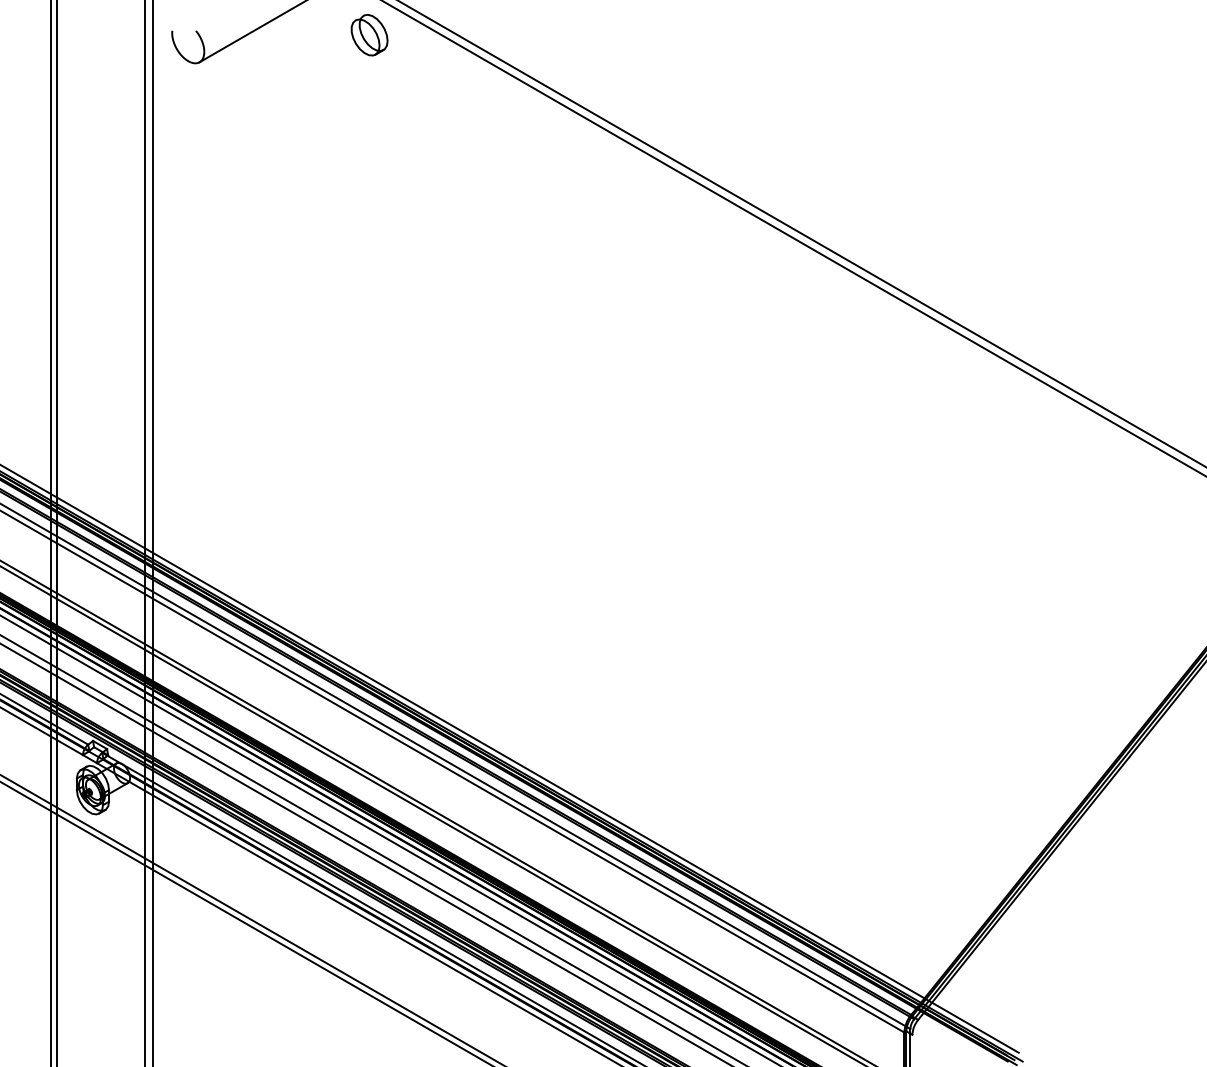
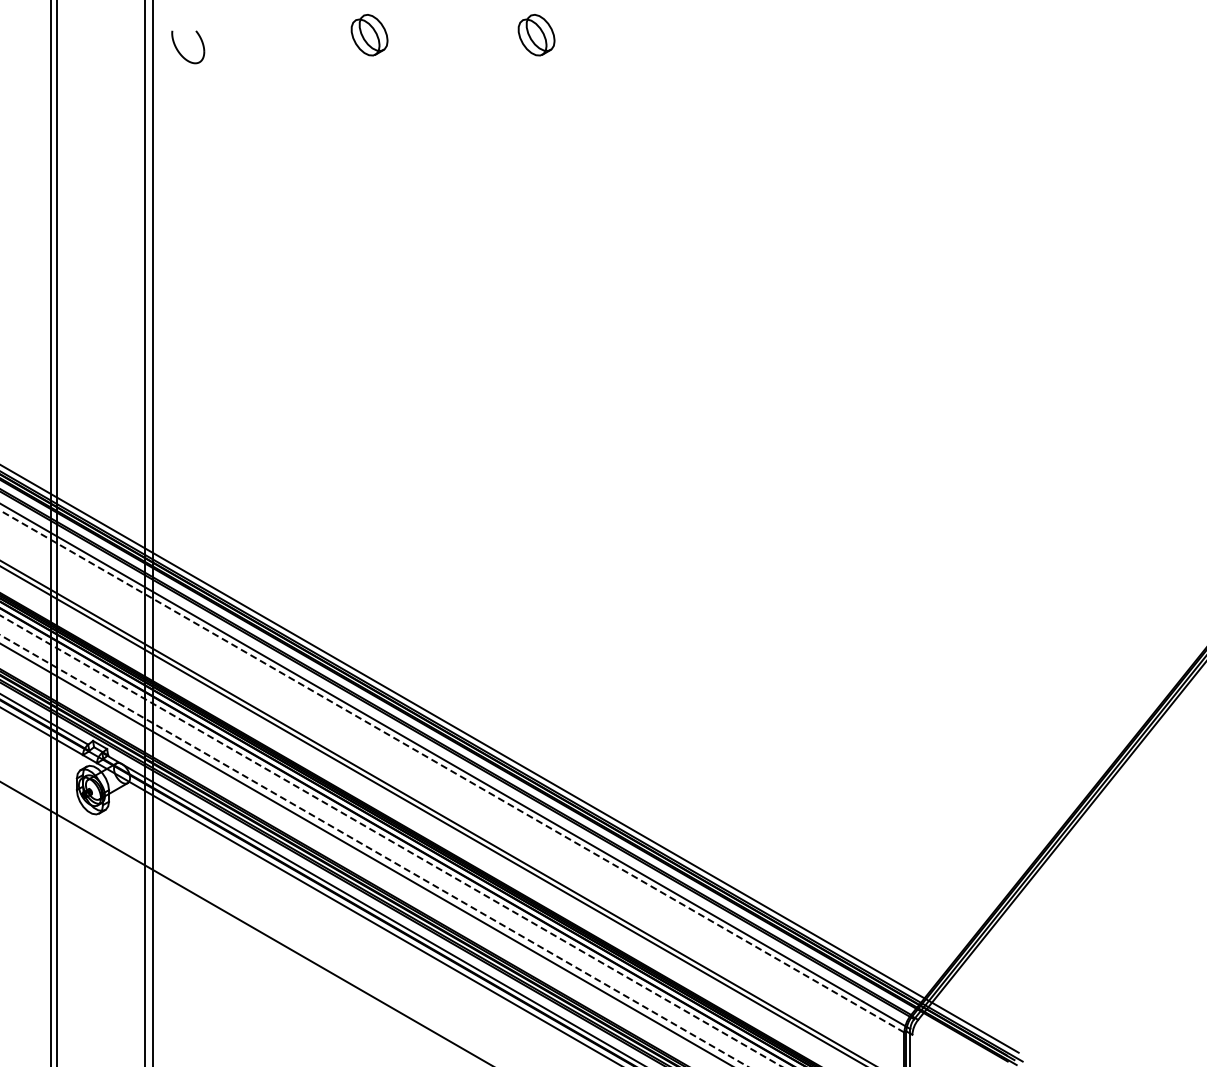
line at (251, 32): present -> none
part at (536, 35): none -> present
line at (801, 233): present -> none
line at (794, 238): present -> none
line at (452, 771): solid -> dashed
line at (391, 841): solid -> dashed
line at (374, 851): solid -> dashed
line at (251, 919): present -> none
